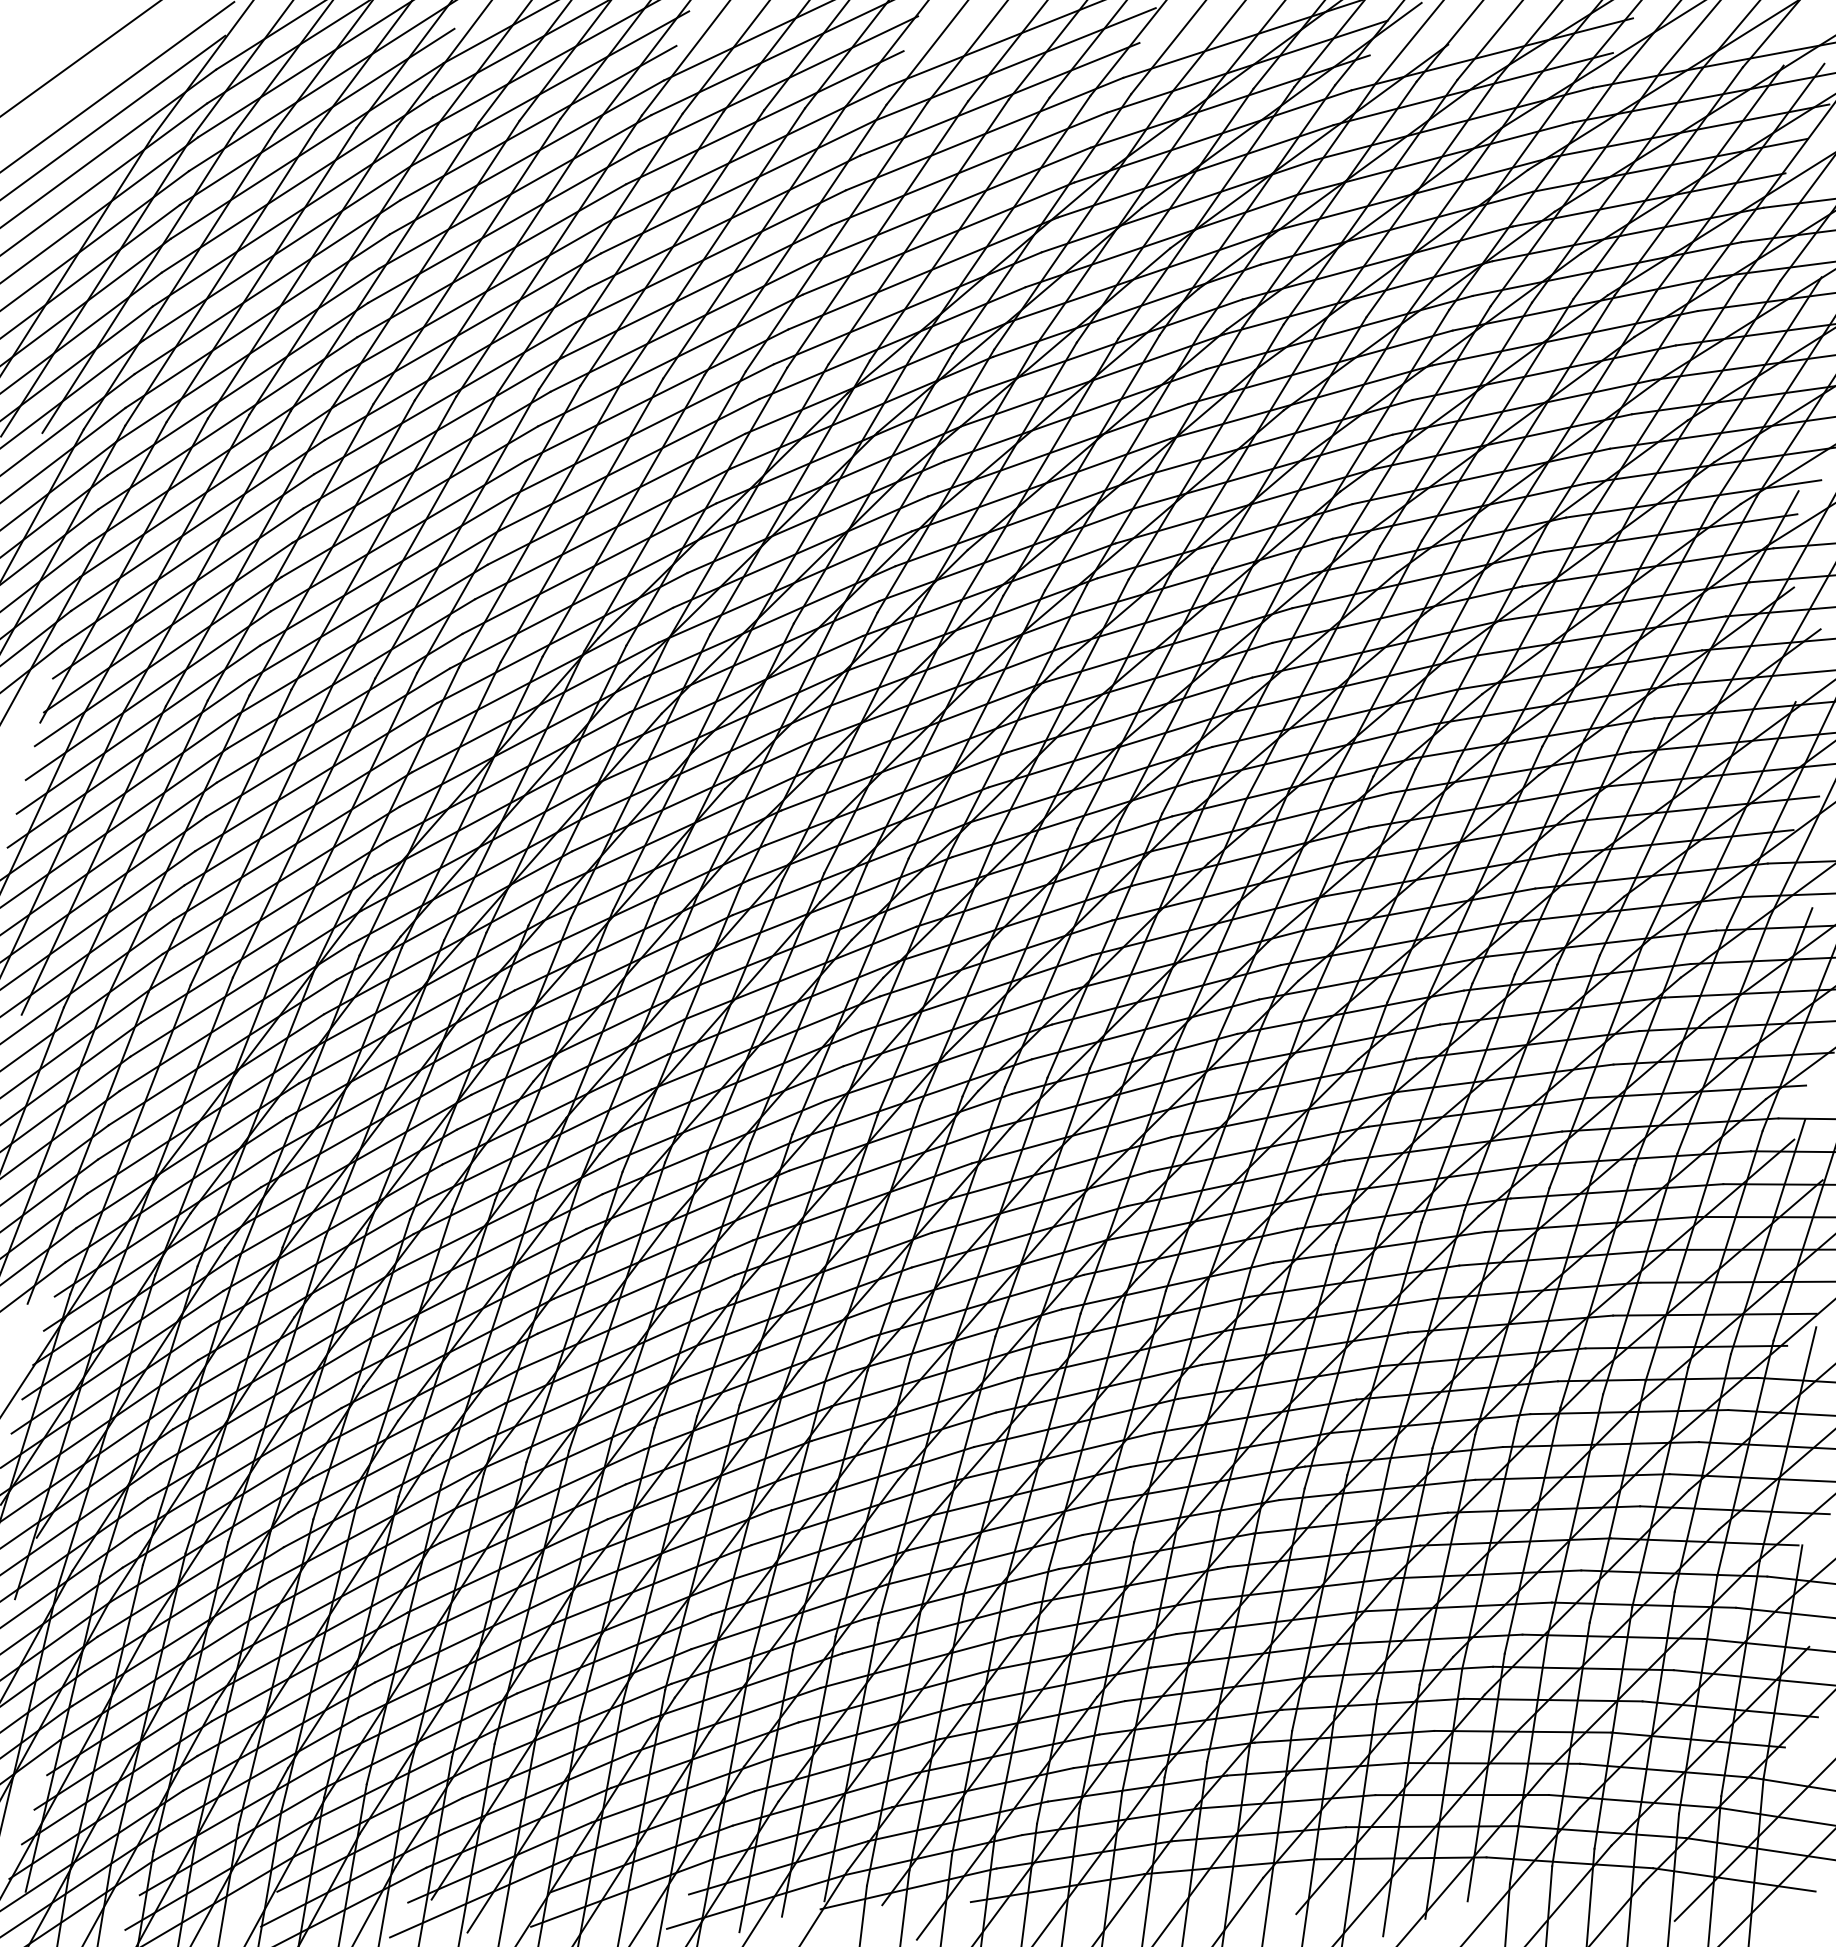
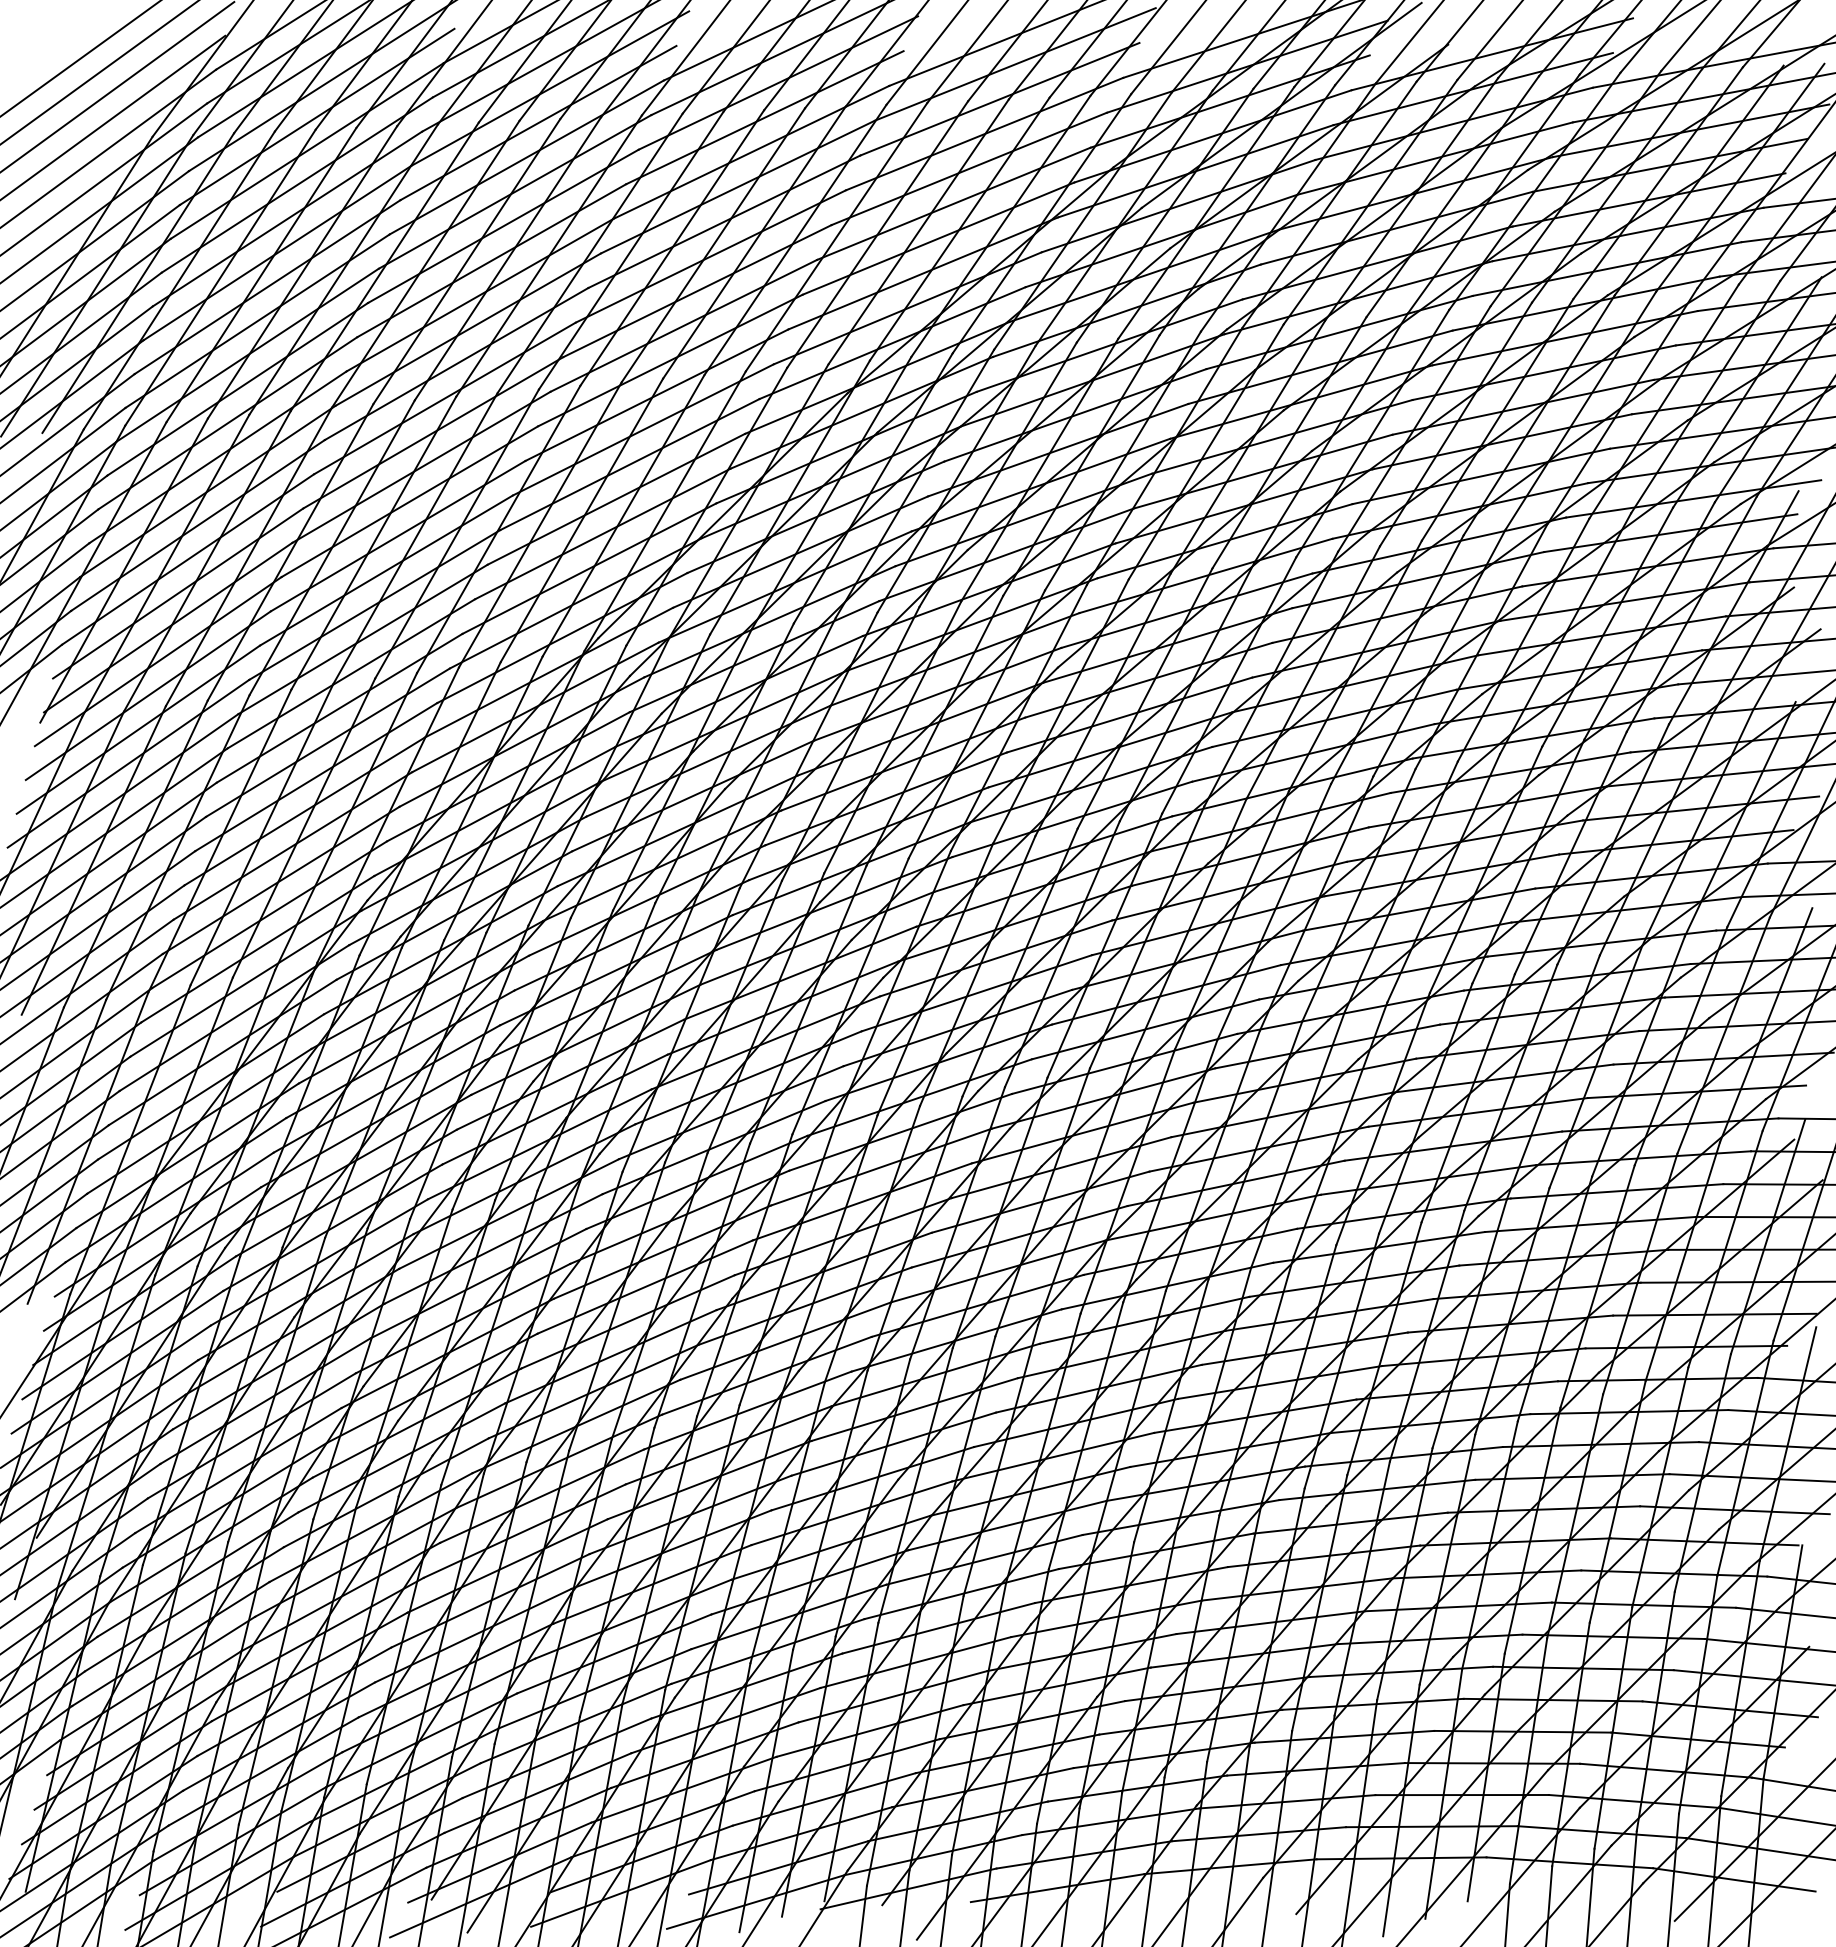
line at (99, 72): none -> present
